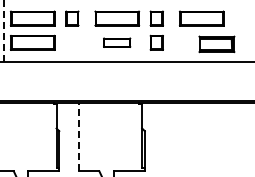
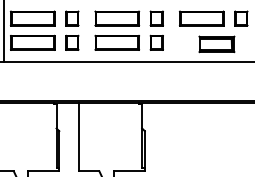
part at (241, 18): none -> present
line at (3, 30): dashed -> solid
part at (72, 42): none -> present
part at (117, 42) size: 29x11 px -> 46x17 px
line at (78, 137): dashed -> solid
